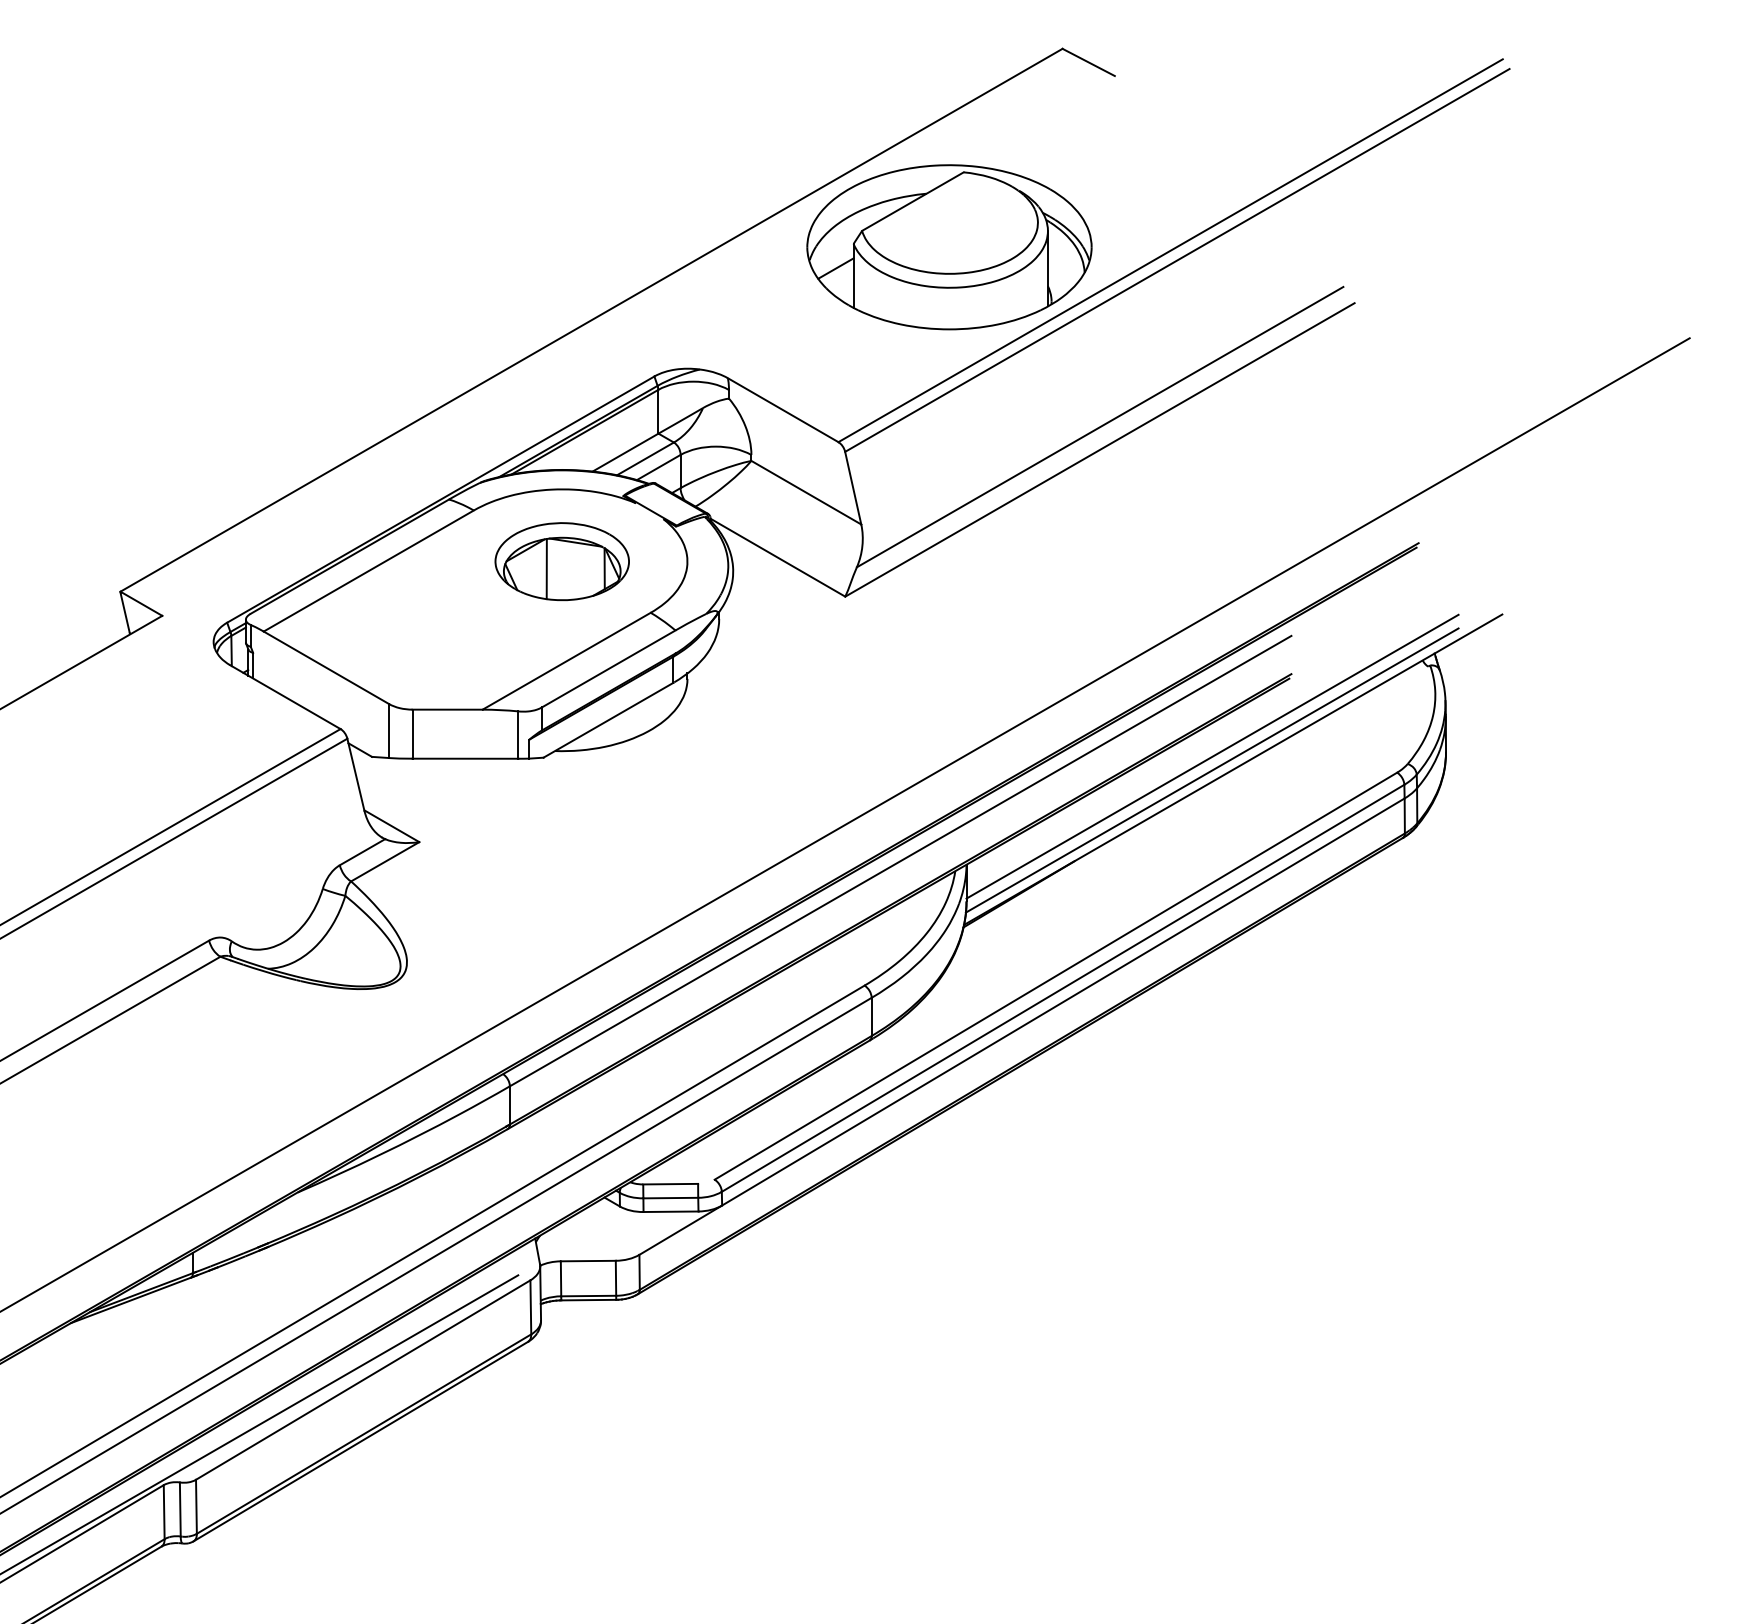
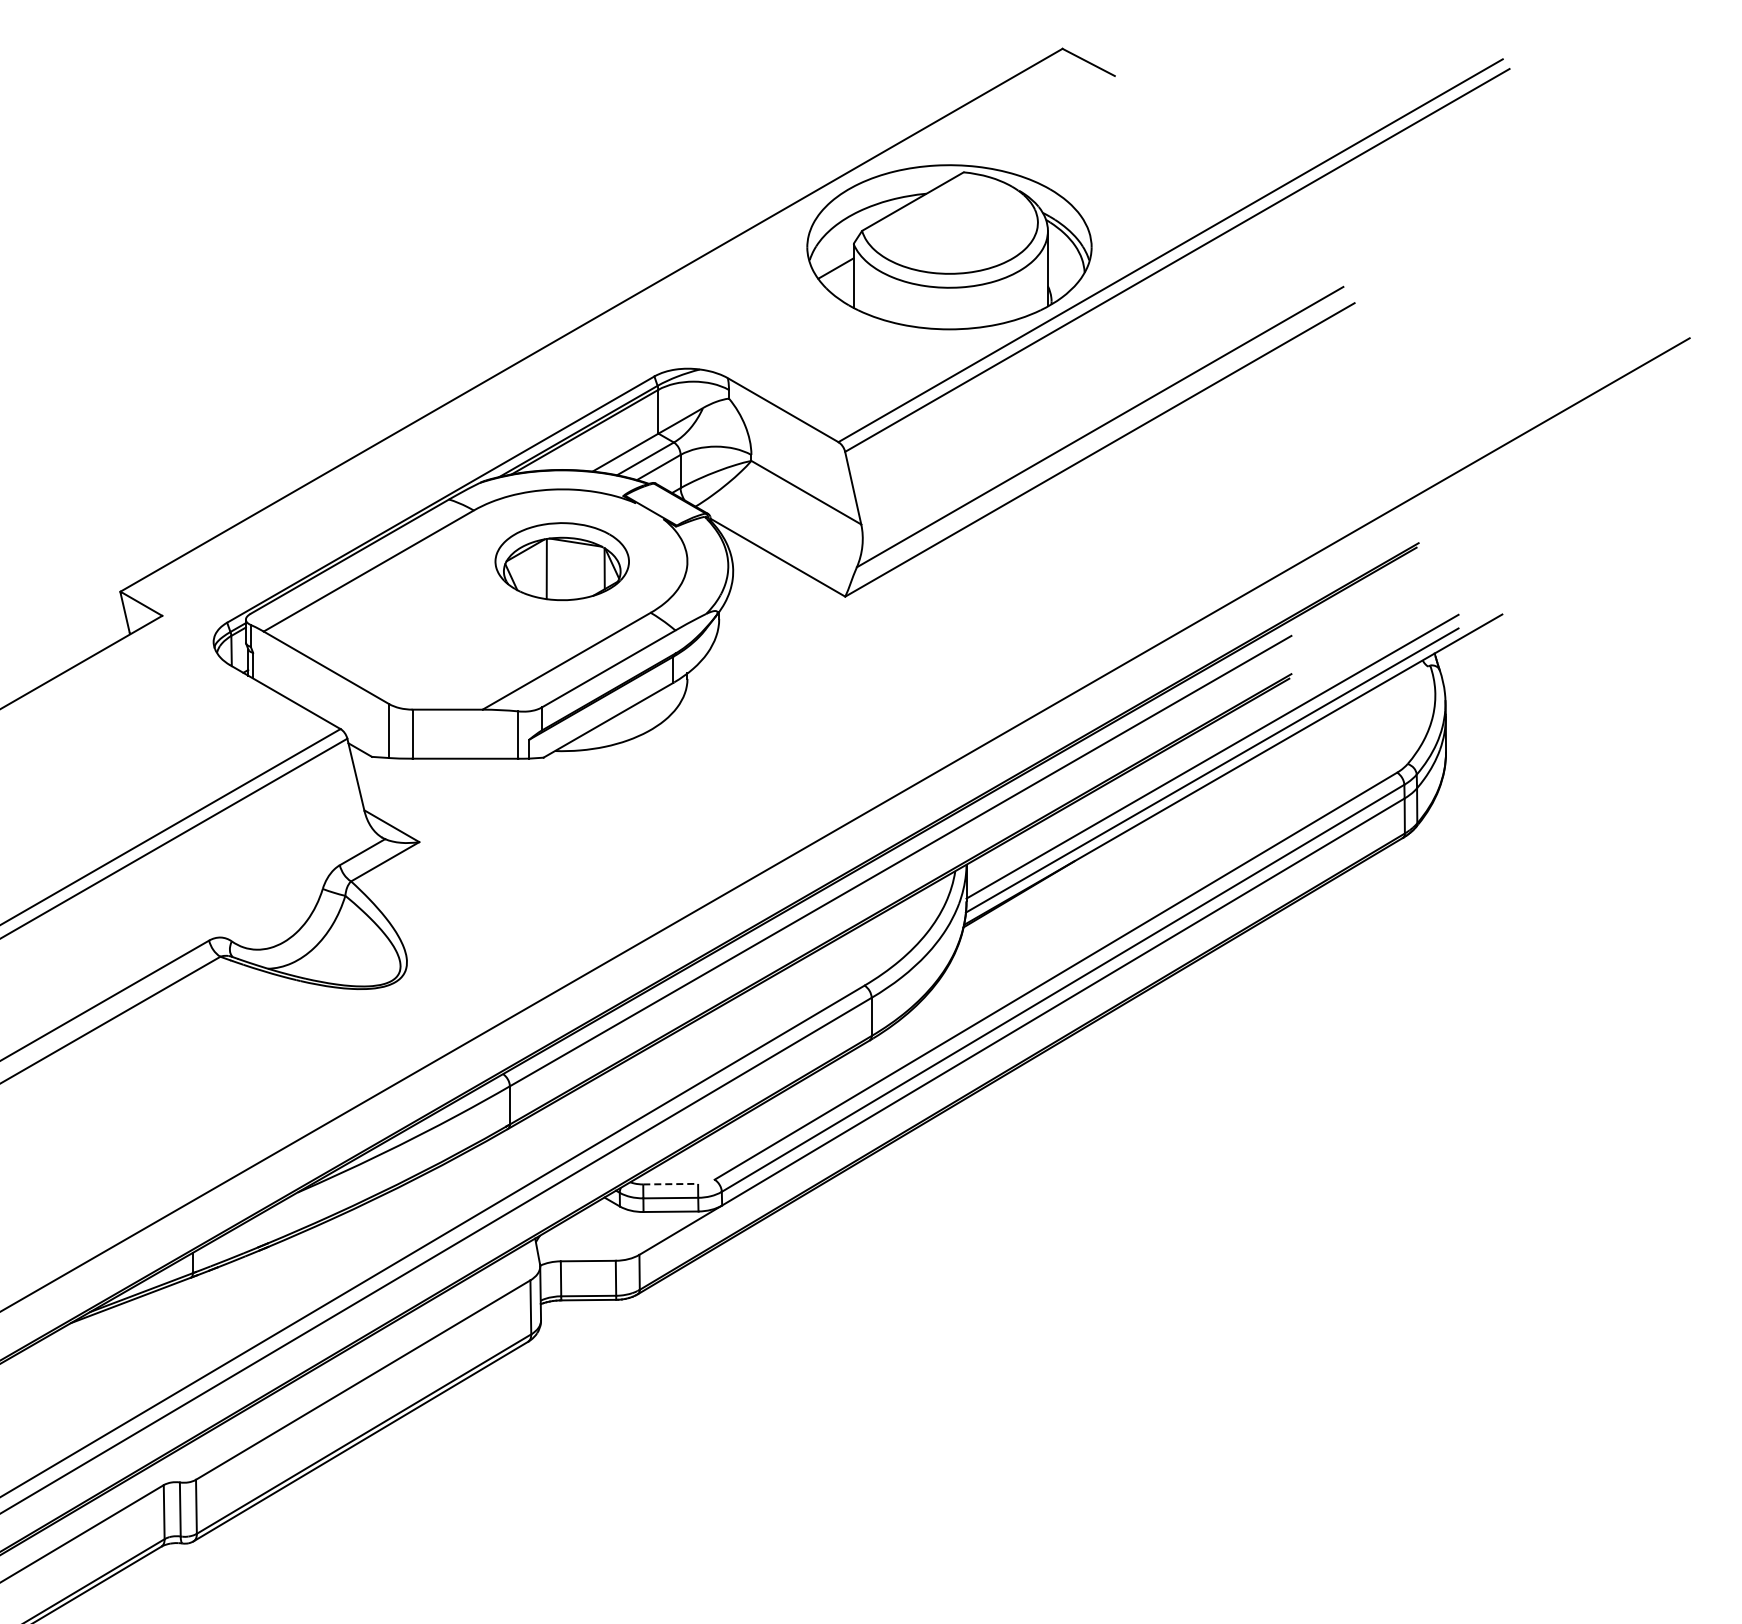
line at (671, 1184): solid -> dashed
line at (260, 1423): present -> none
